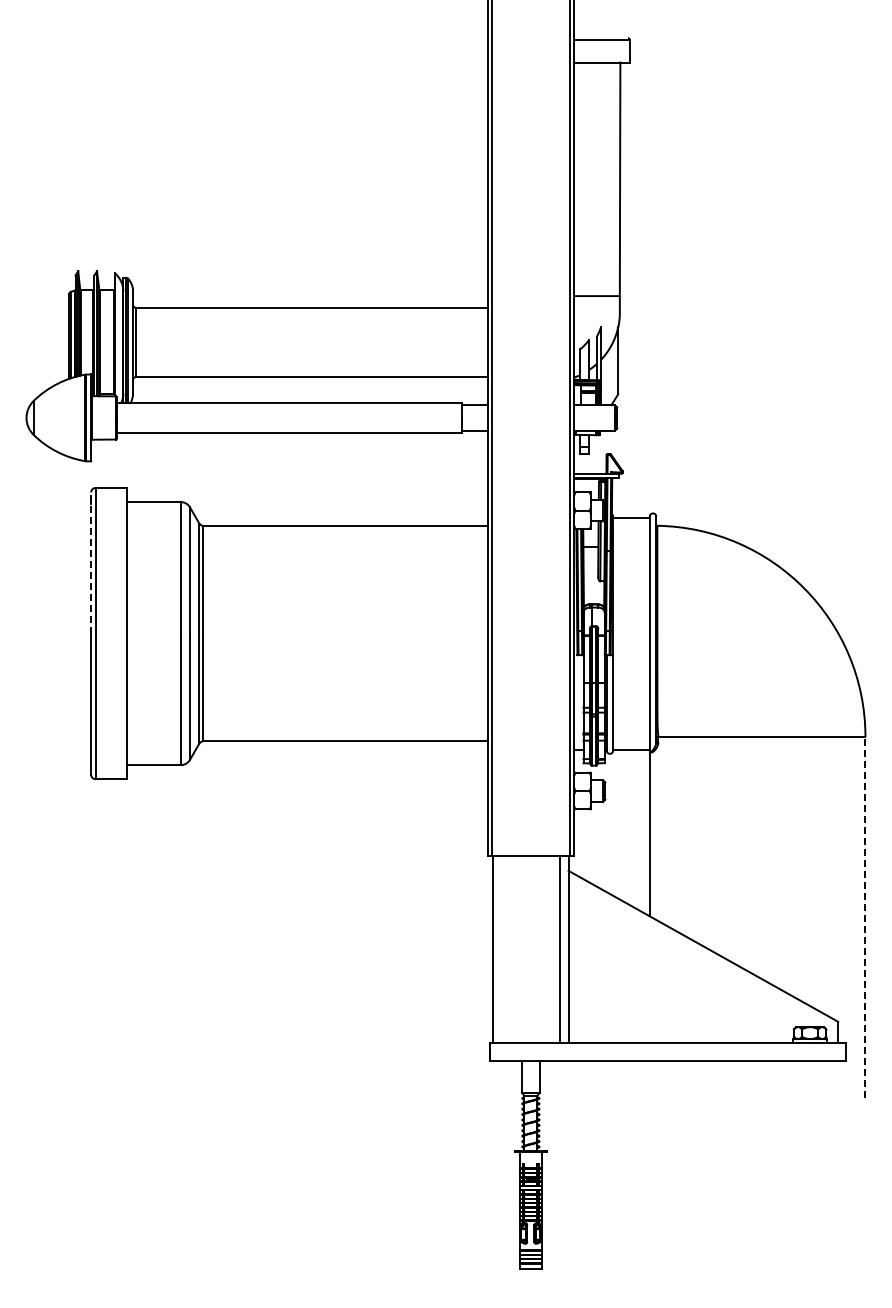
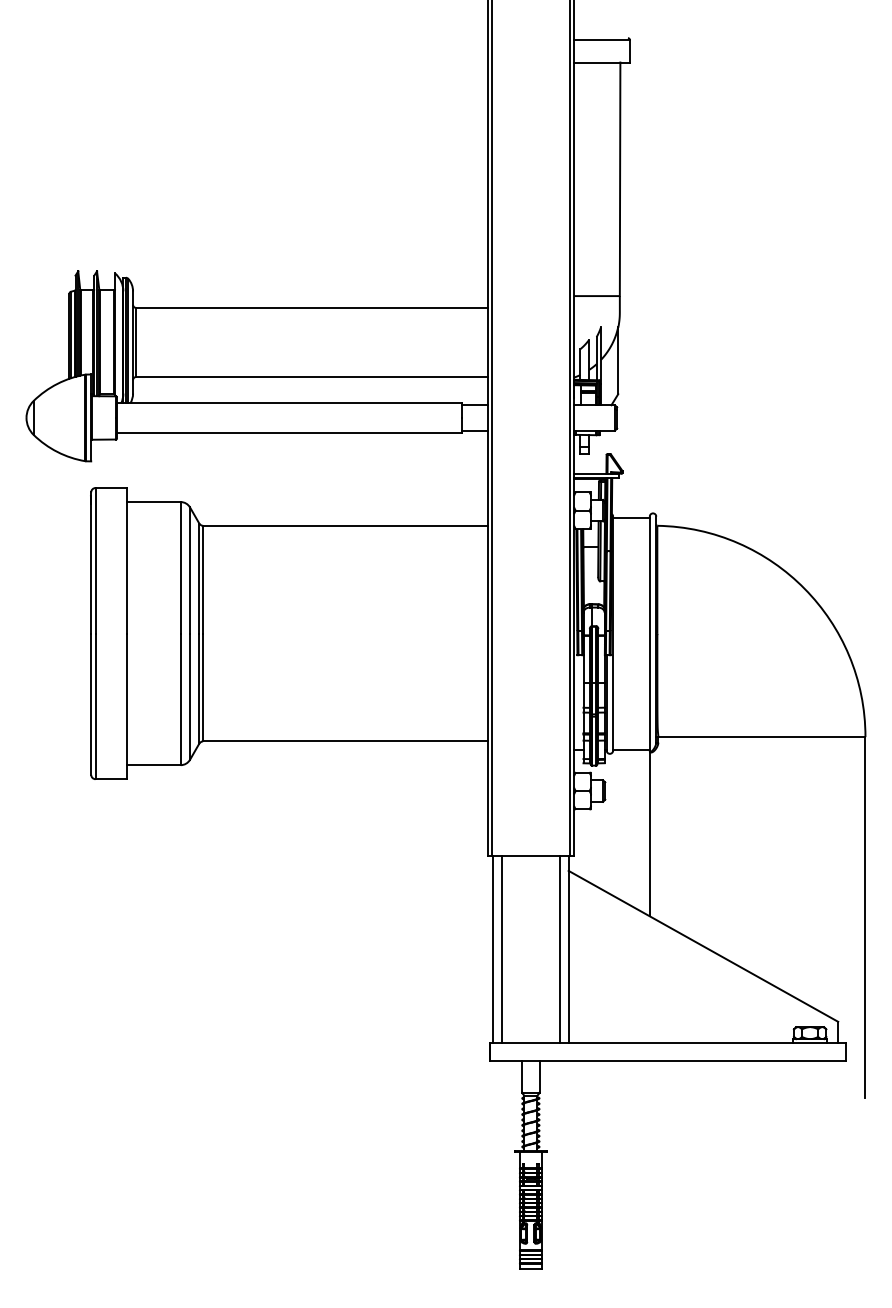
line at (91, 562): dashed -> solid
line at (865, 917): dashed -> solid
line at (501, 949): none -> present
